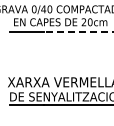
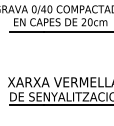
line at (79, 32): dashed -> solid
